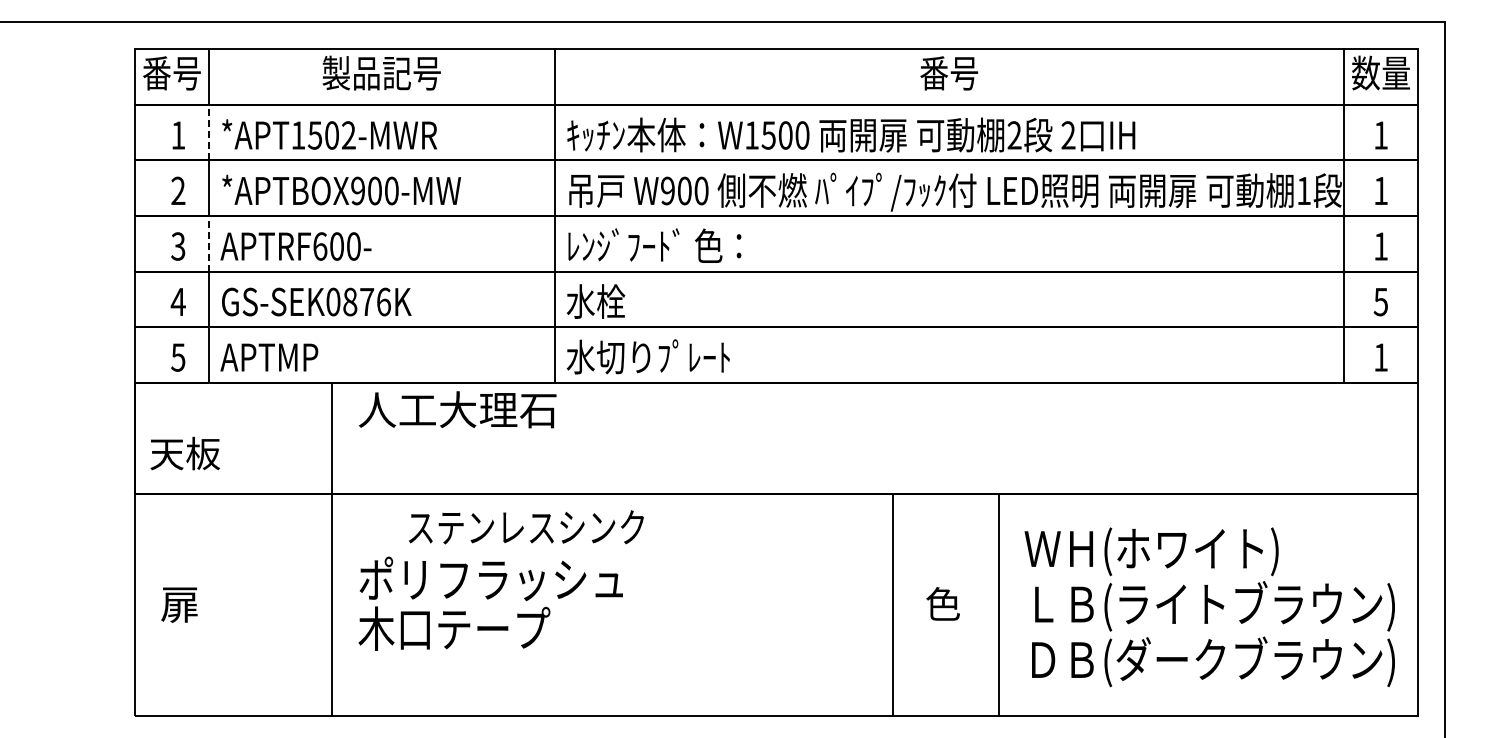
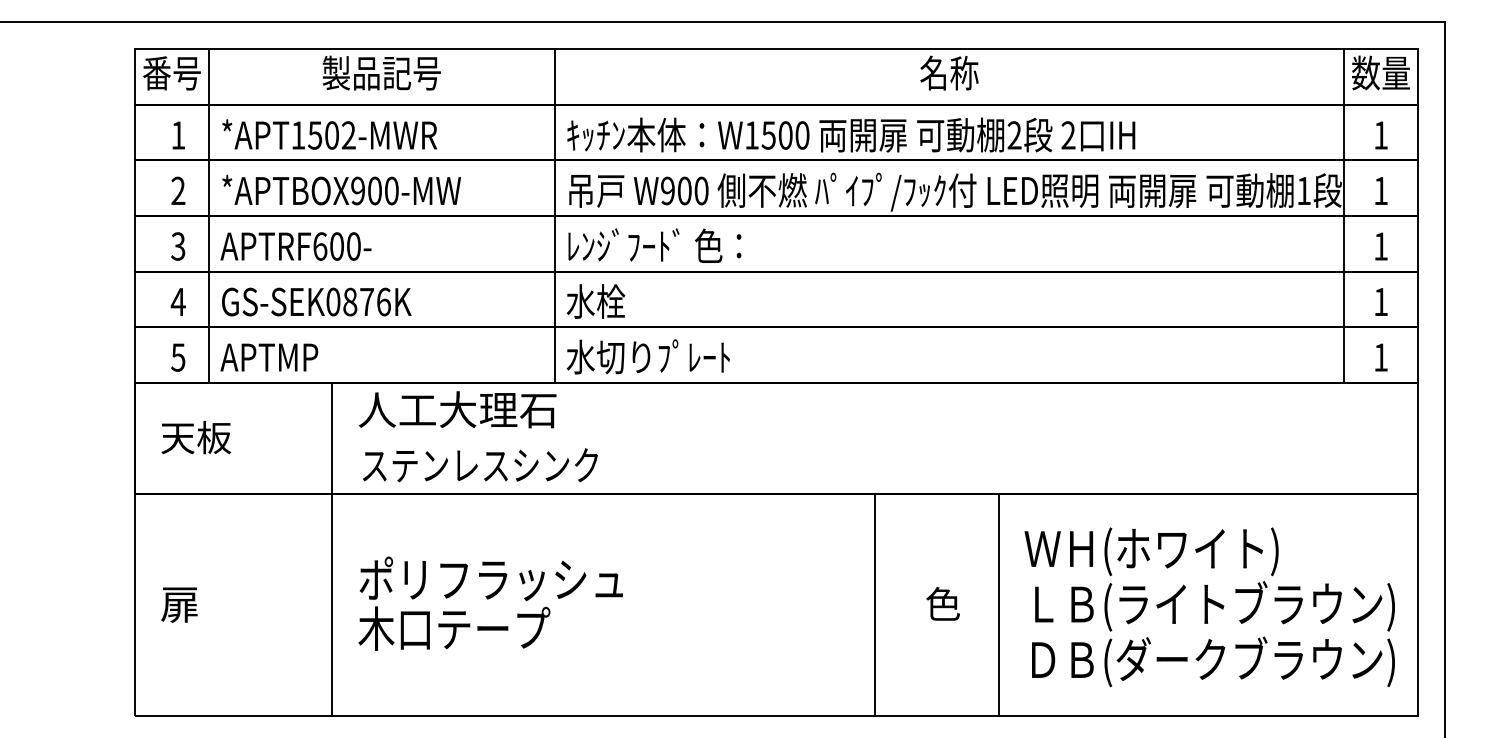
text at (949, 72): 番号 -> 名称
line at (209, 132): dashed -> solid
line at (209, 243): dashed -> solid
text at (1380, 302): 5 -> 1
text at (185, 453) position: (185, 453) -> (196, 437)
text at (526, 527) position: (526, 527) -> (480, 465)
line at (893, 604) position: (893, 604) -> (875, 604)
